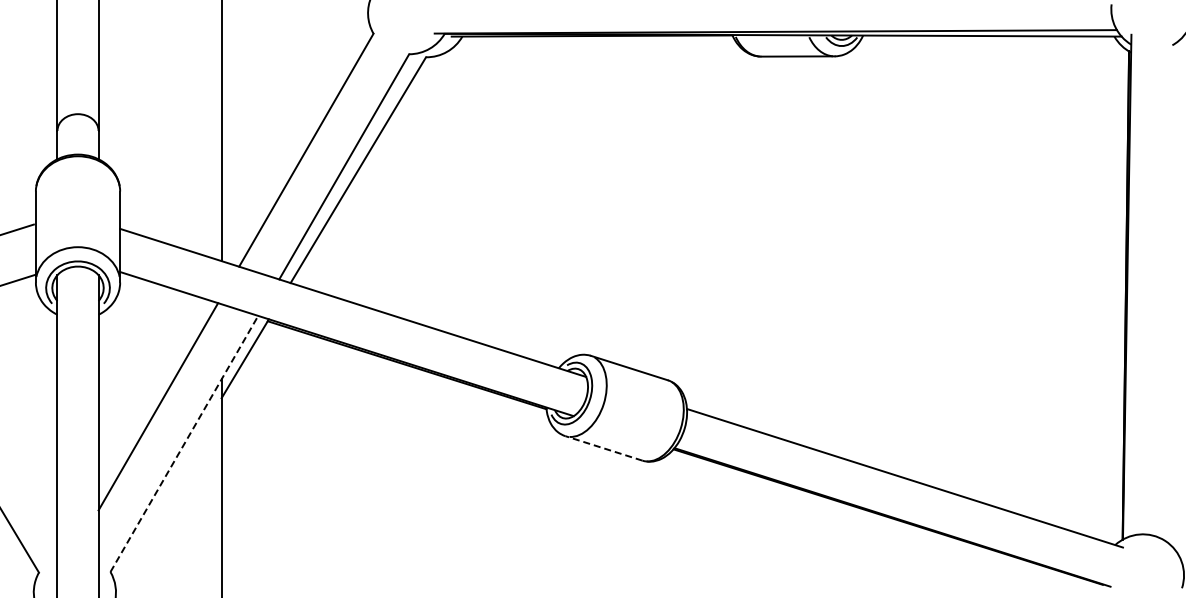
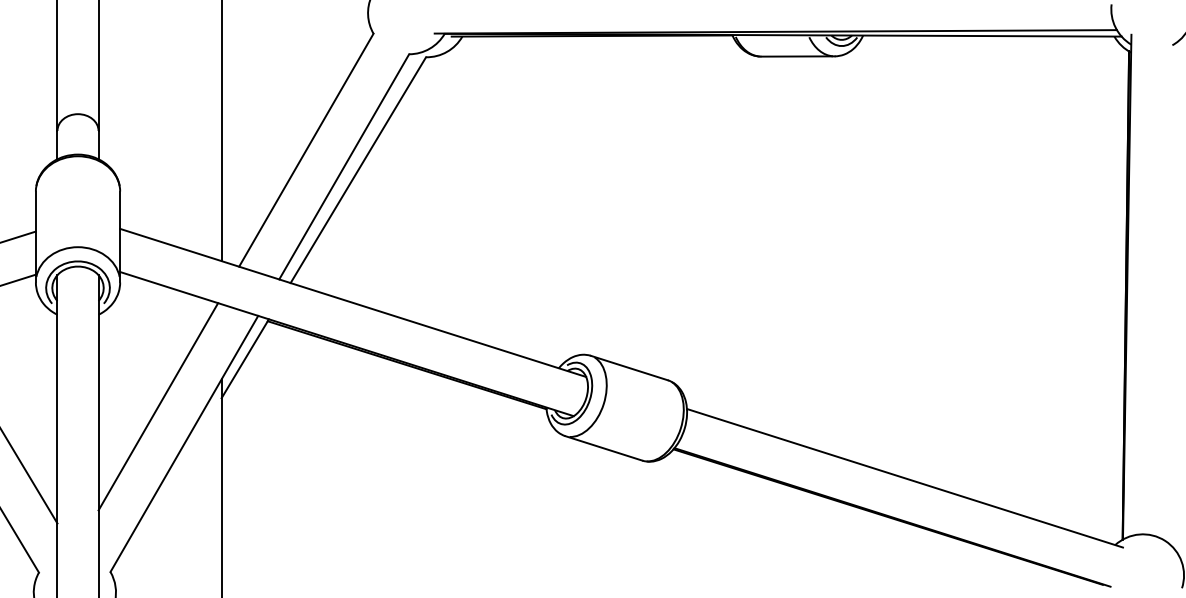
line at (17, 229) position: (17, 229) -> (18, 236)
line at (184, 443): dashed -> solid
line at (603, 448): dashed -> solid
line at (29, 477): none -> present
